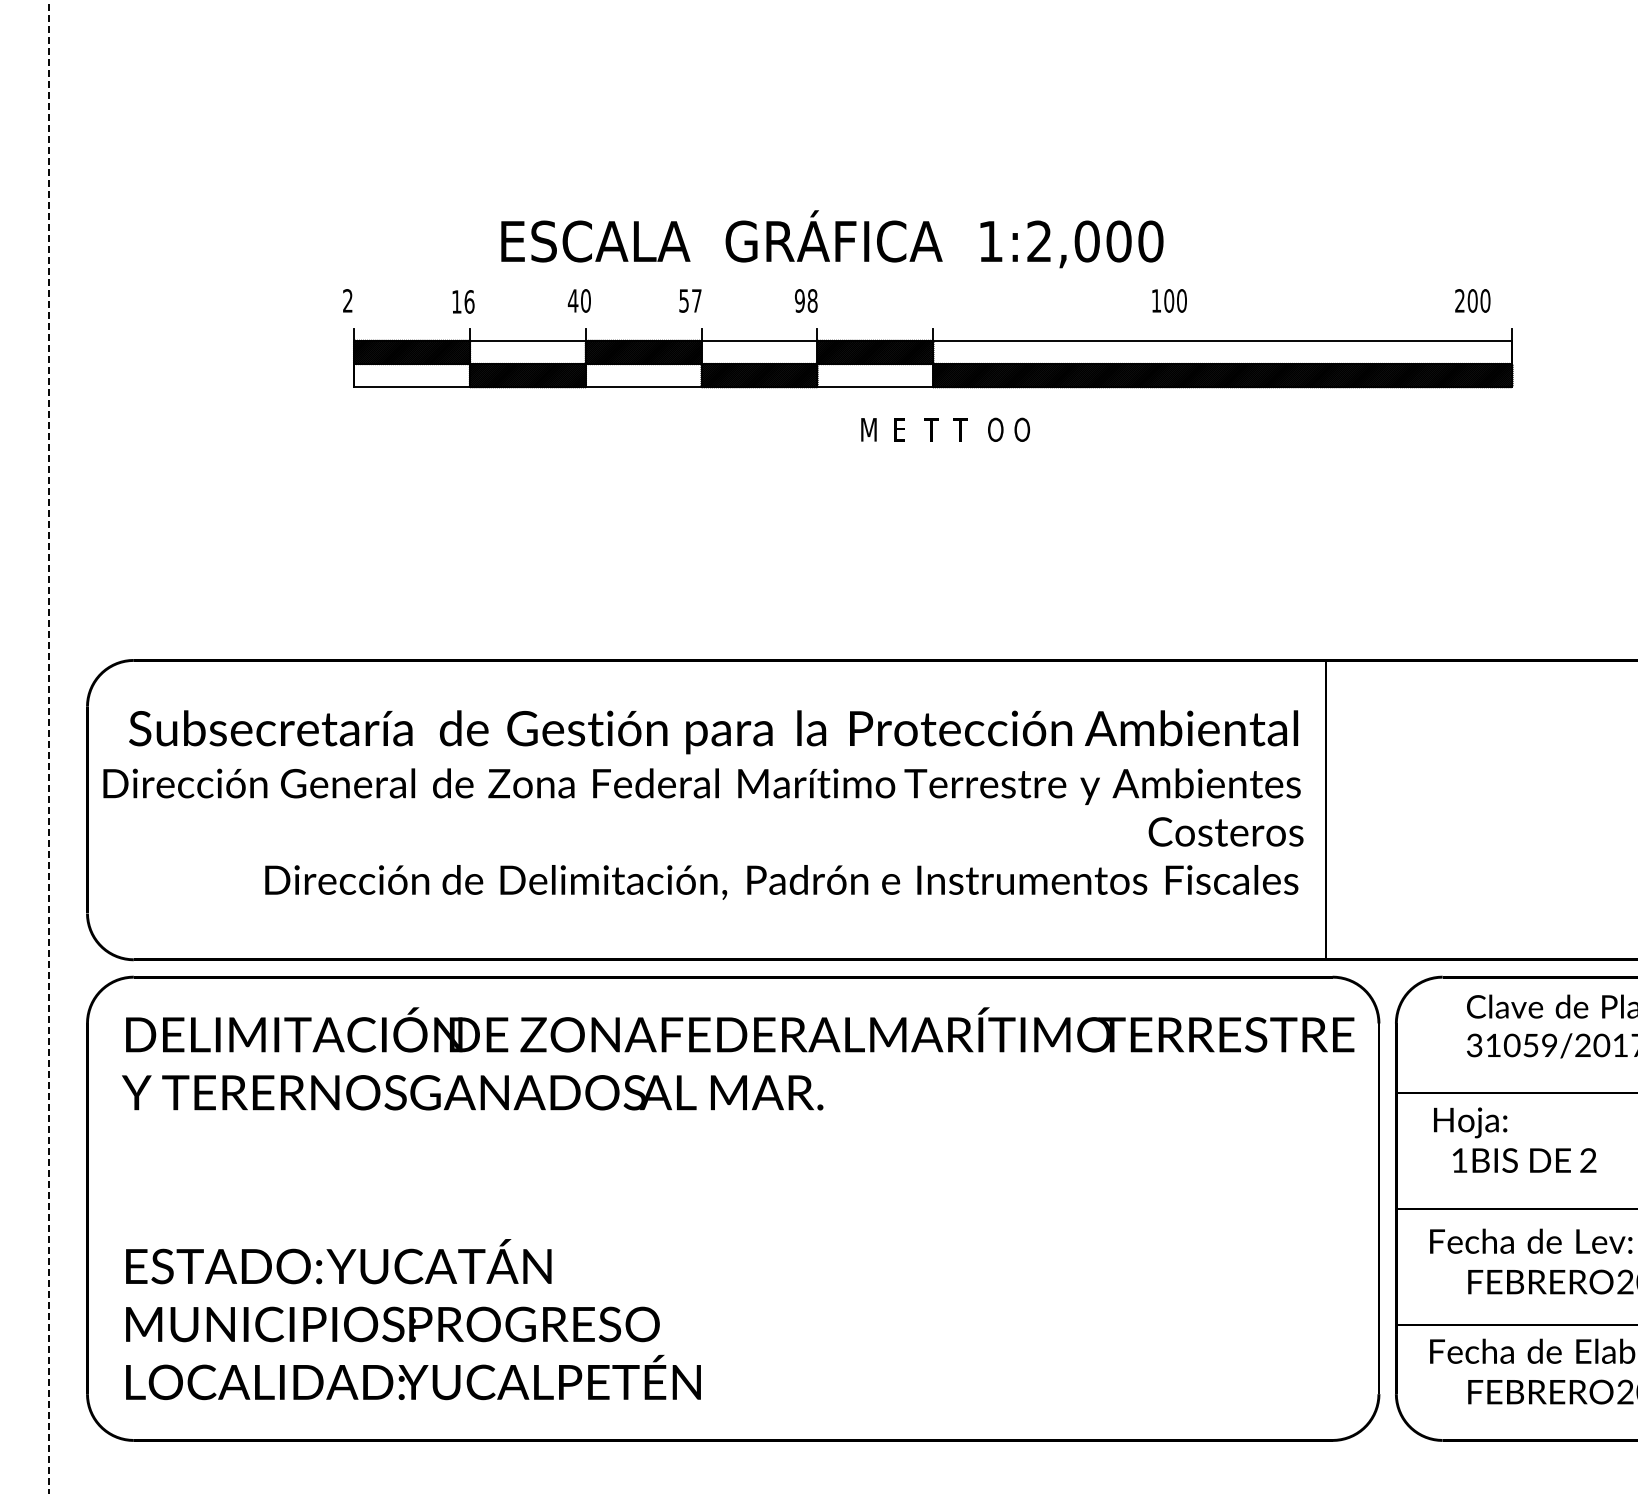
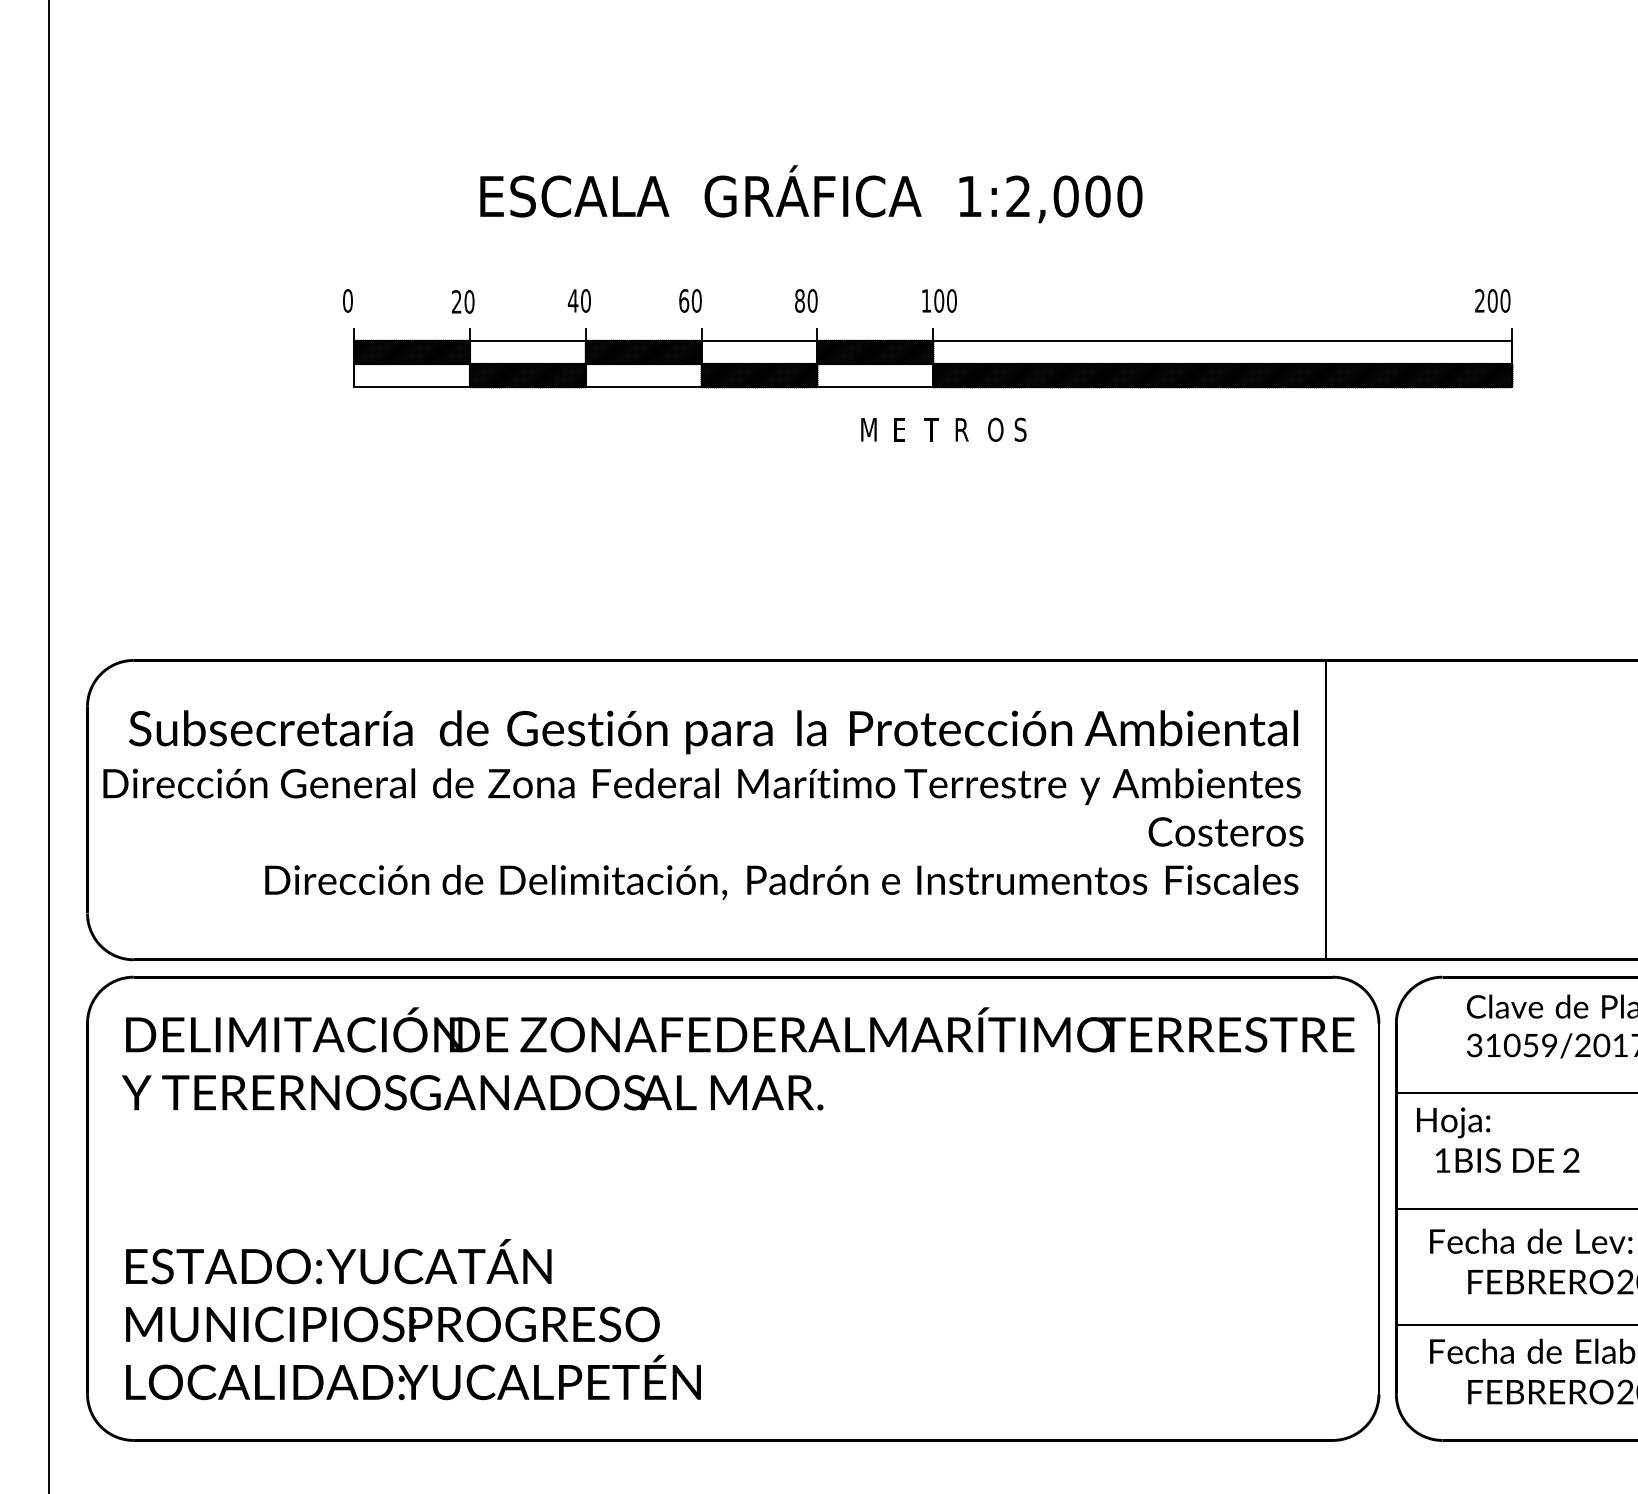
text at (832, 239) position: (832, 239) -> (811, 194)
text at (347, 300): 2 -> 0
text at (690, 300): 57 -> 60
text at (806, 300): 98 -> 80
text at (1169, 300) position: (1169, 300) -> (939, 300)
text at (1472, 300) position: (1472, 300) -> (1492, 300)
text at (463, 301): 16 -> 20
text at (960, 429): T -> R
text at (1022, 429): O -> S
line at (49, 745): dashed -> solid
text at (1515, 1139) position: (1515, 1139) -> (1498, 1139)
